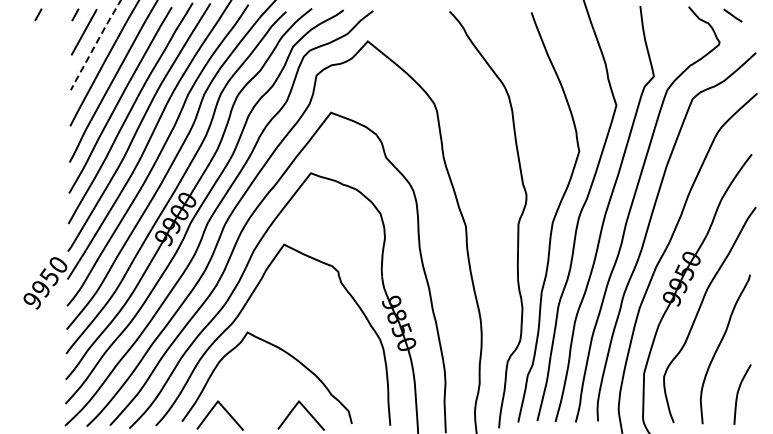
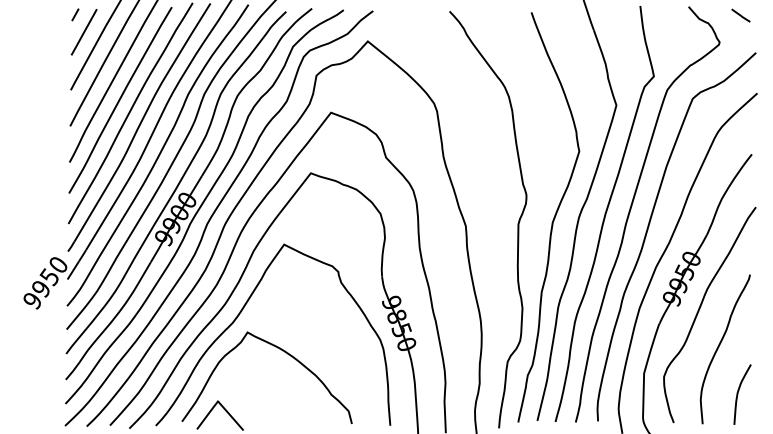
line at (38, 14): present -> none
line at (732, 15) position: (732, 15) -> (740, 15)
line at (95, 45): dashed -> solid
curve at (305, 410): present -> none
